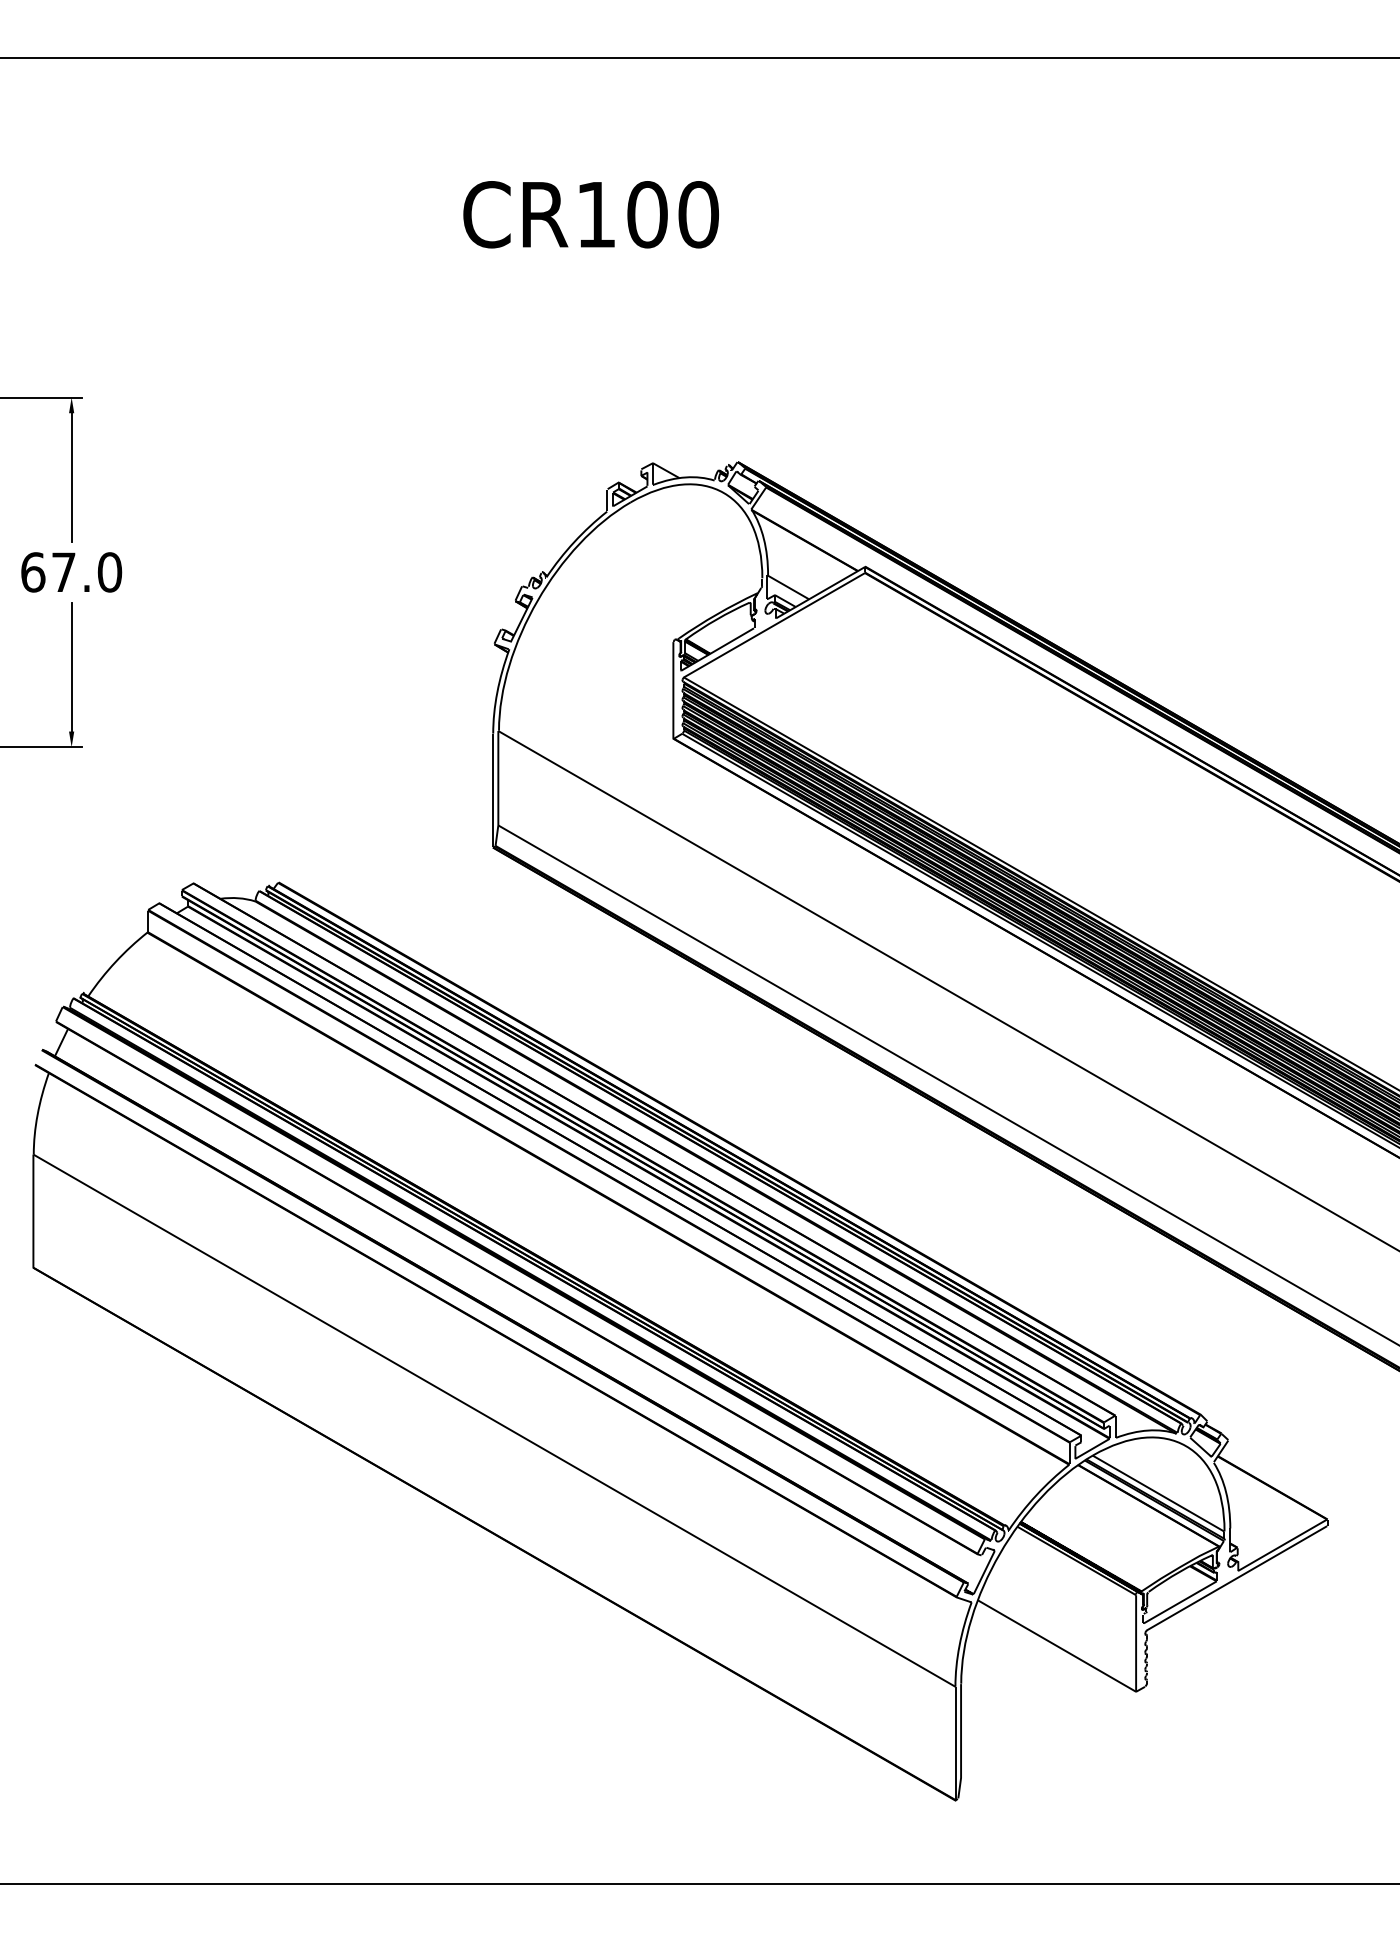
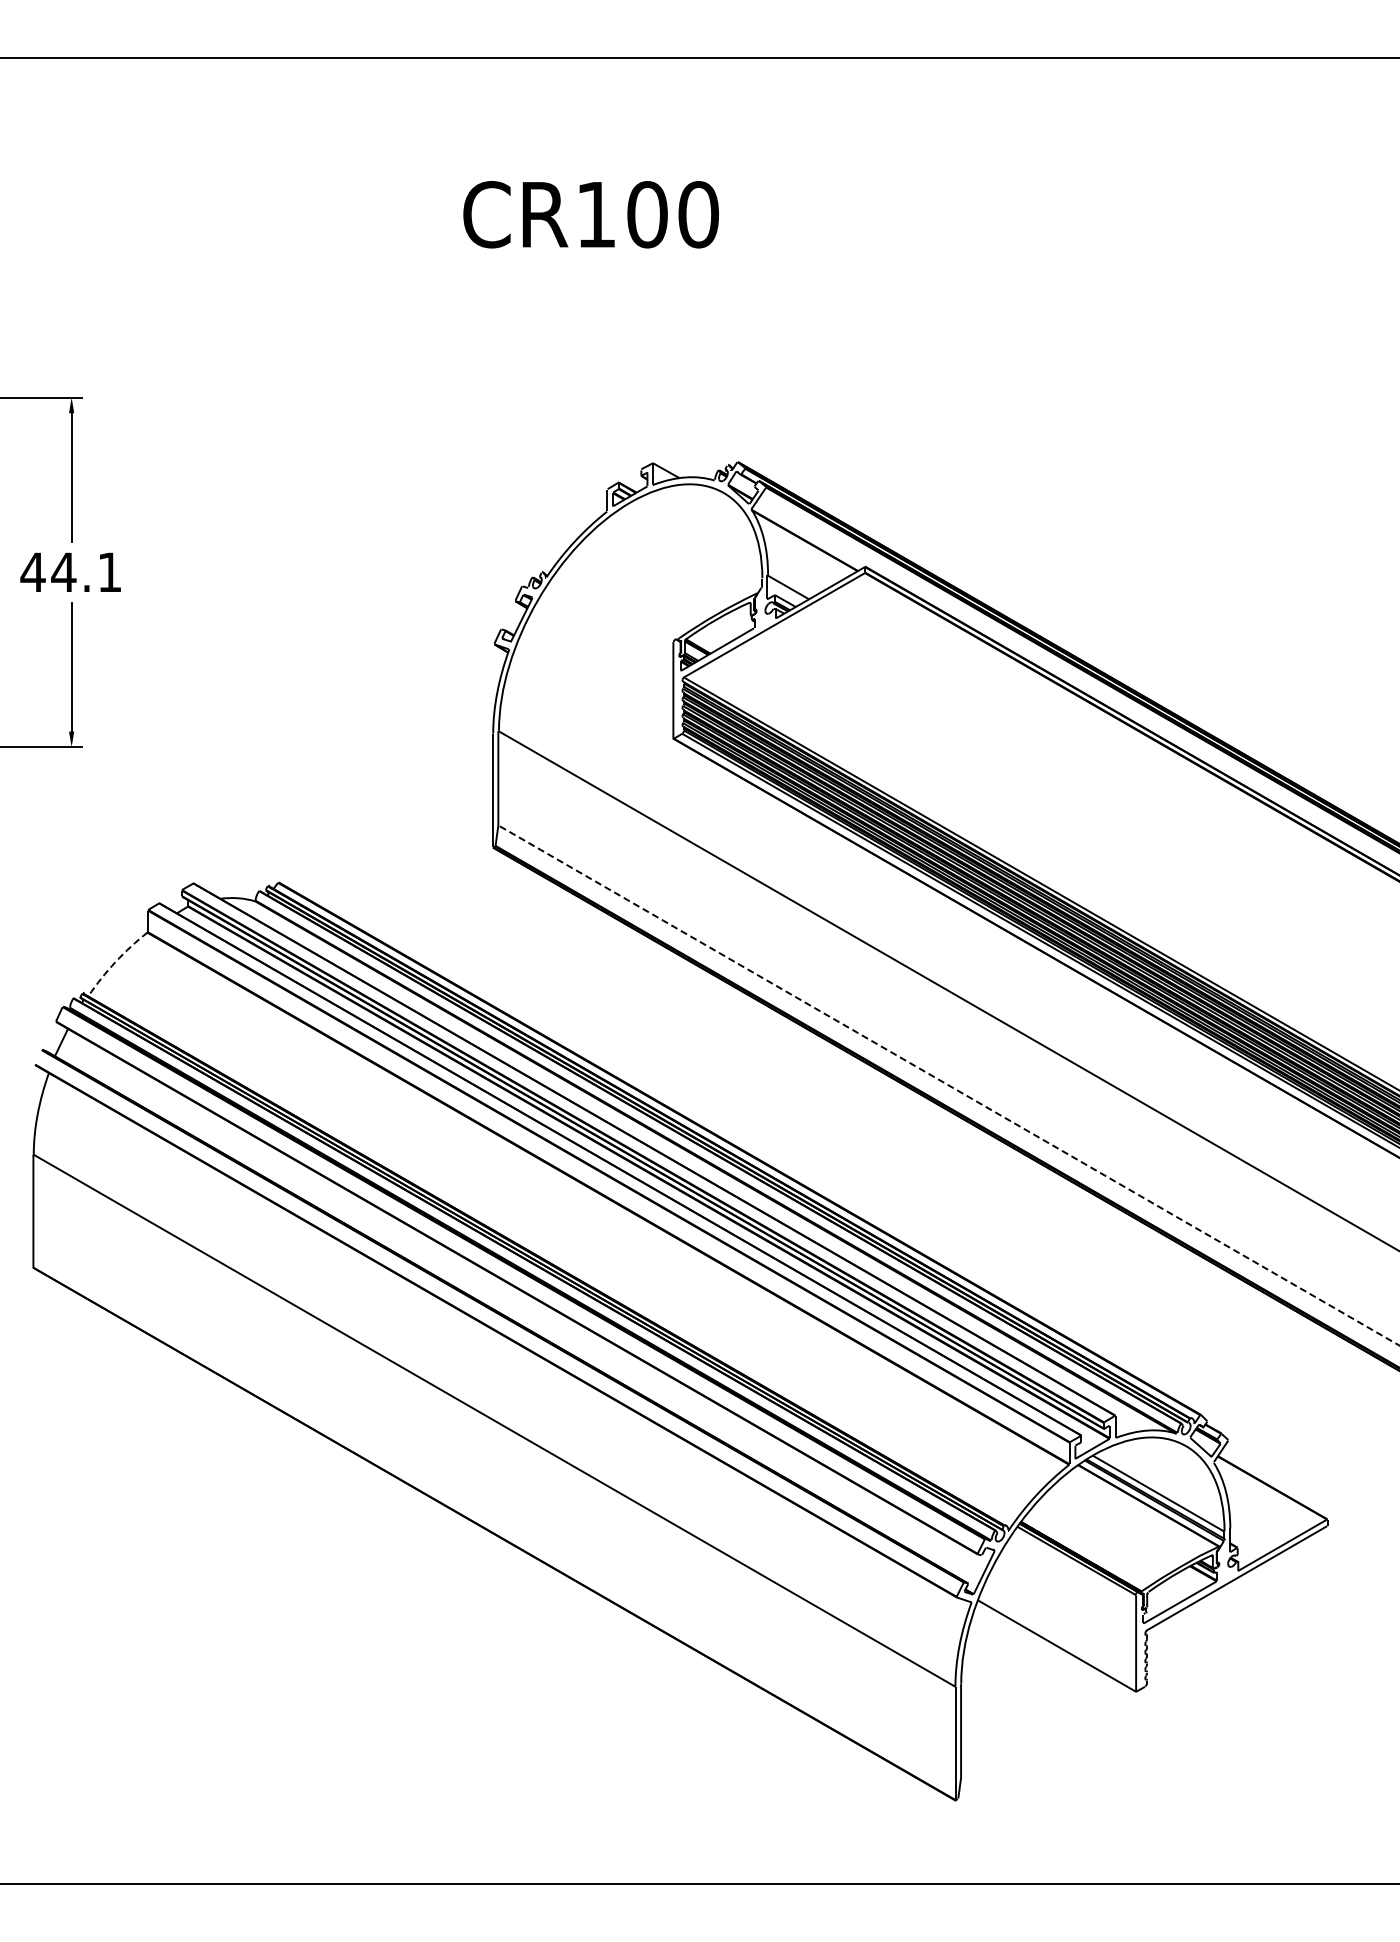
text at (71, 572): 67.0 -> 44.1
arc at (115, 961): solid -> dashed
line at (948, 1085): solid -> dashed
